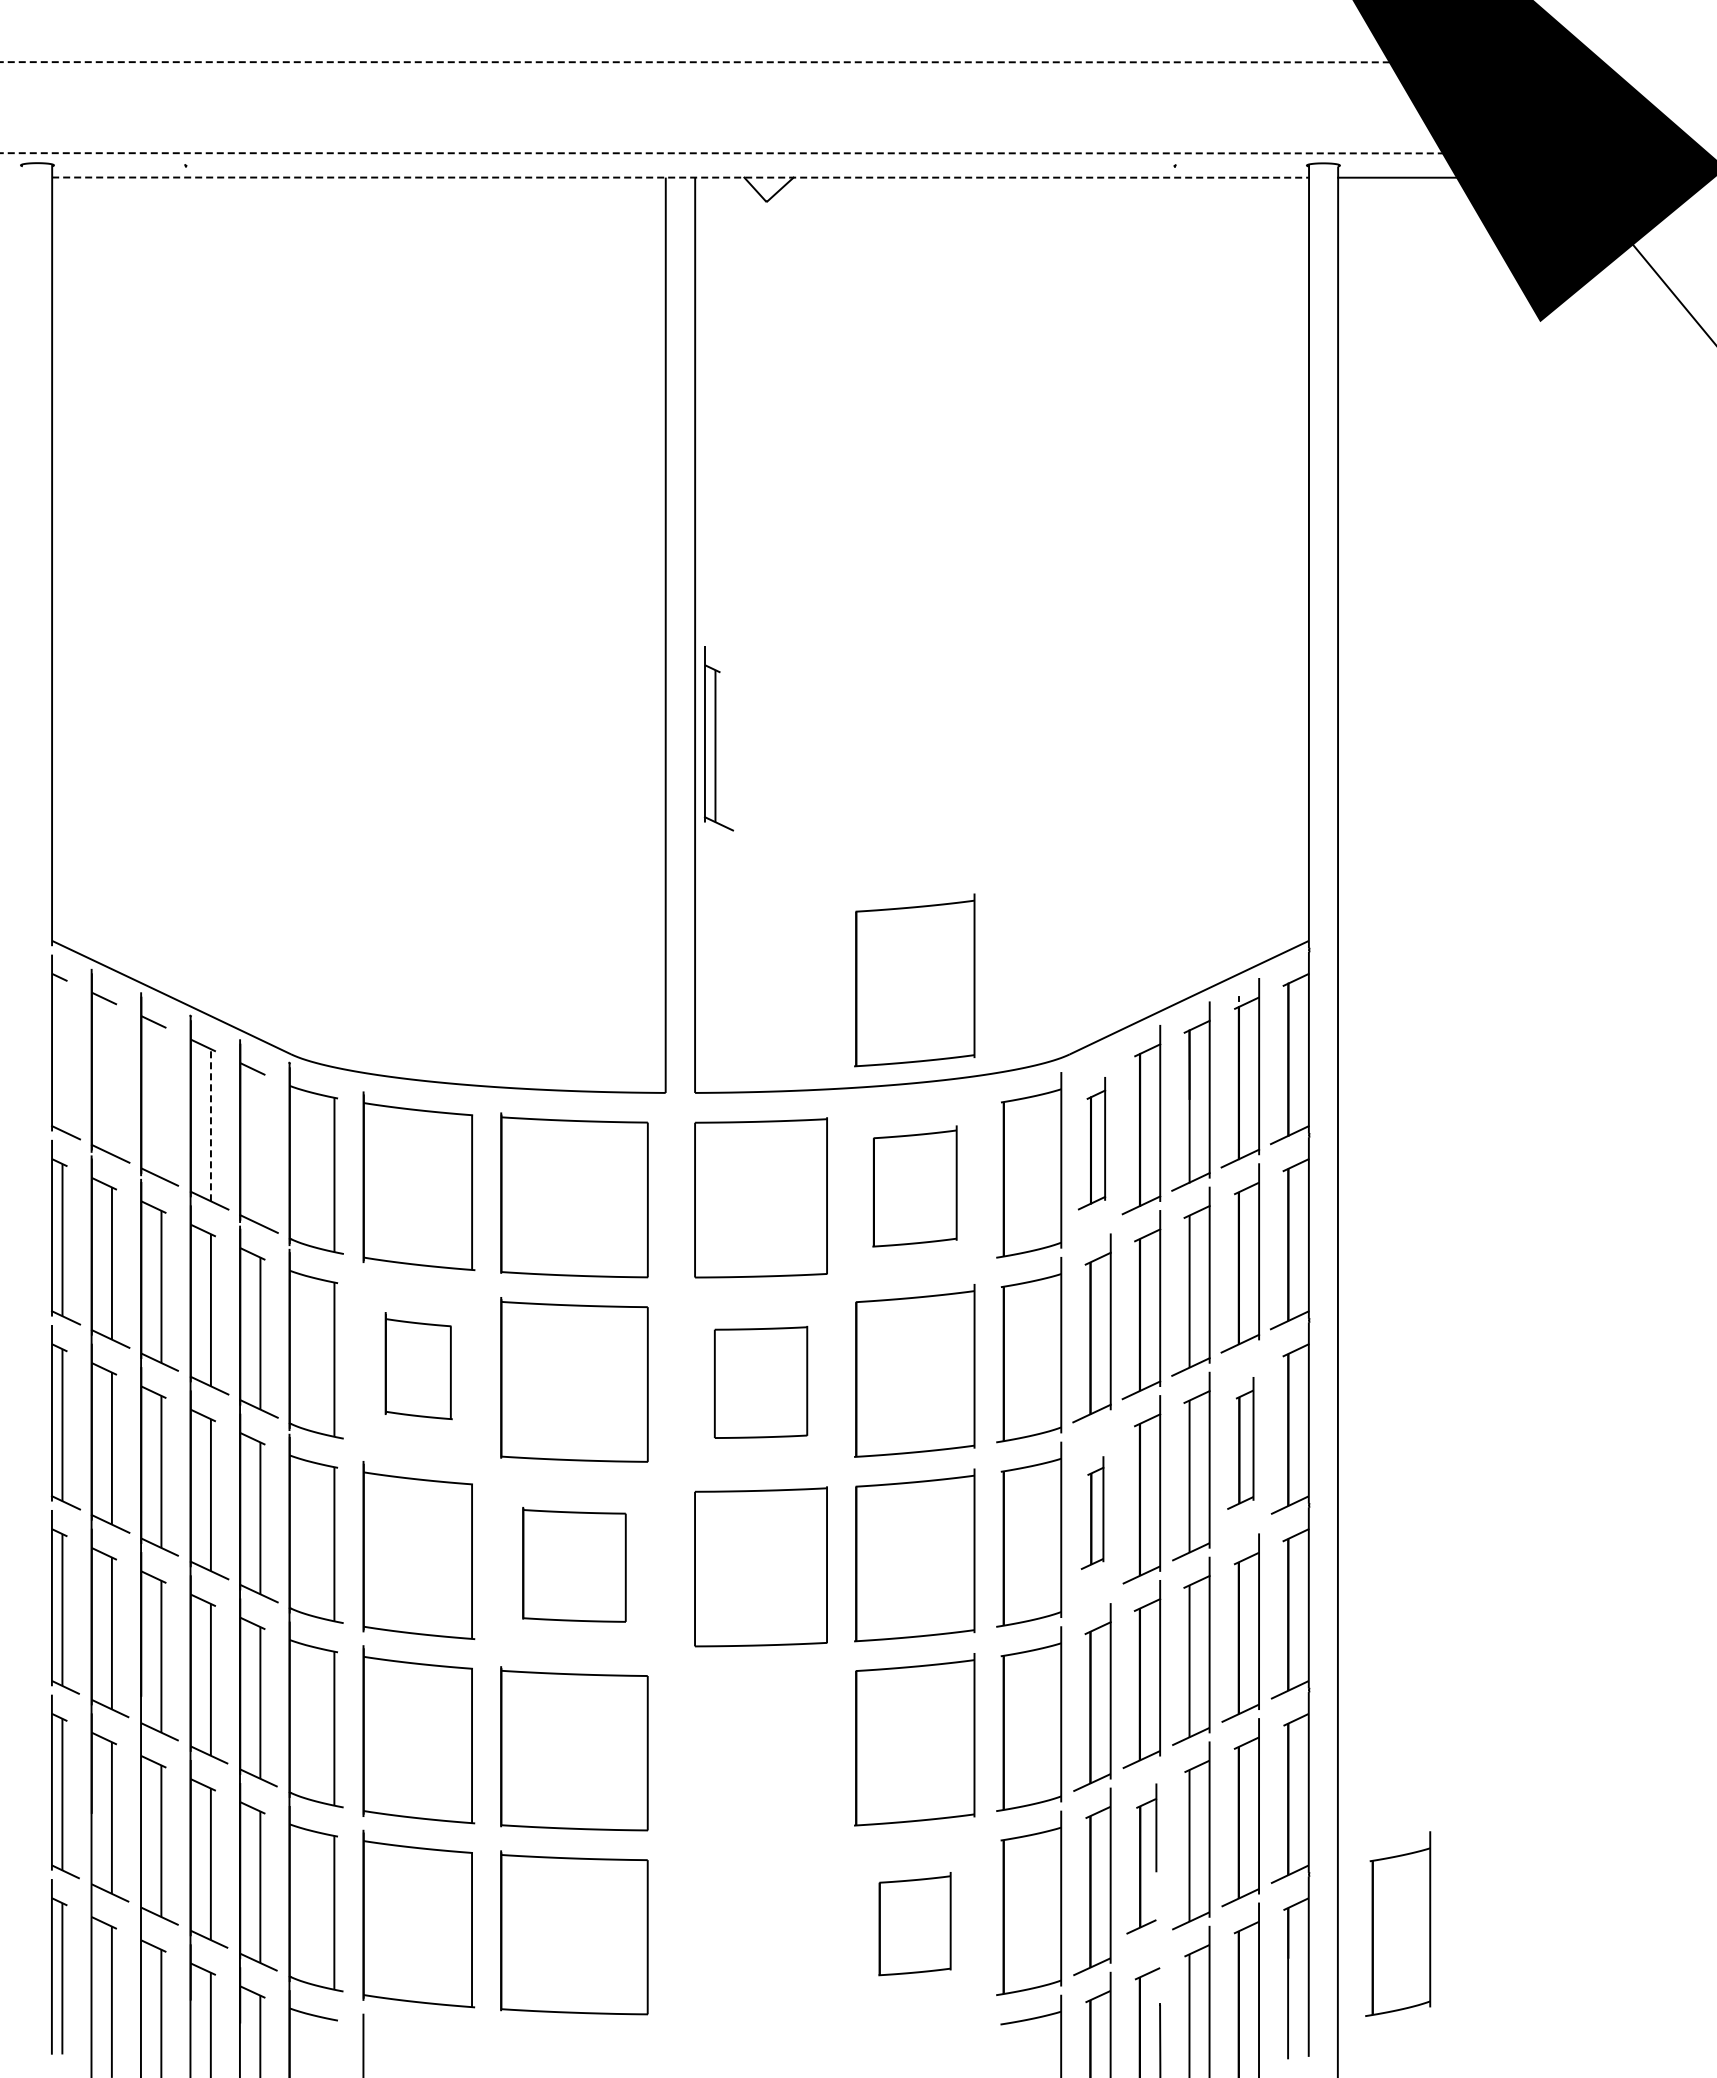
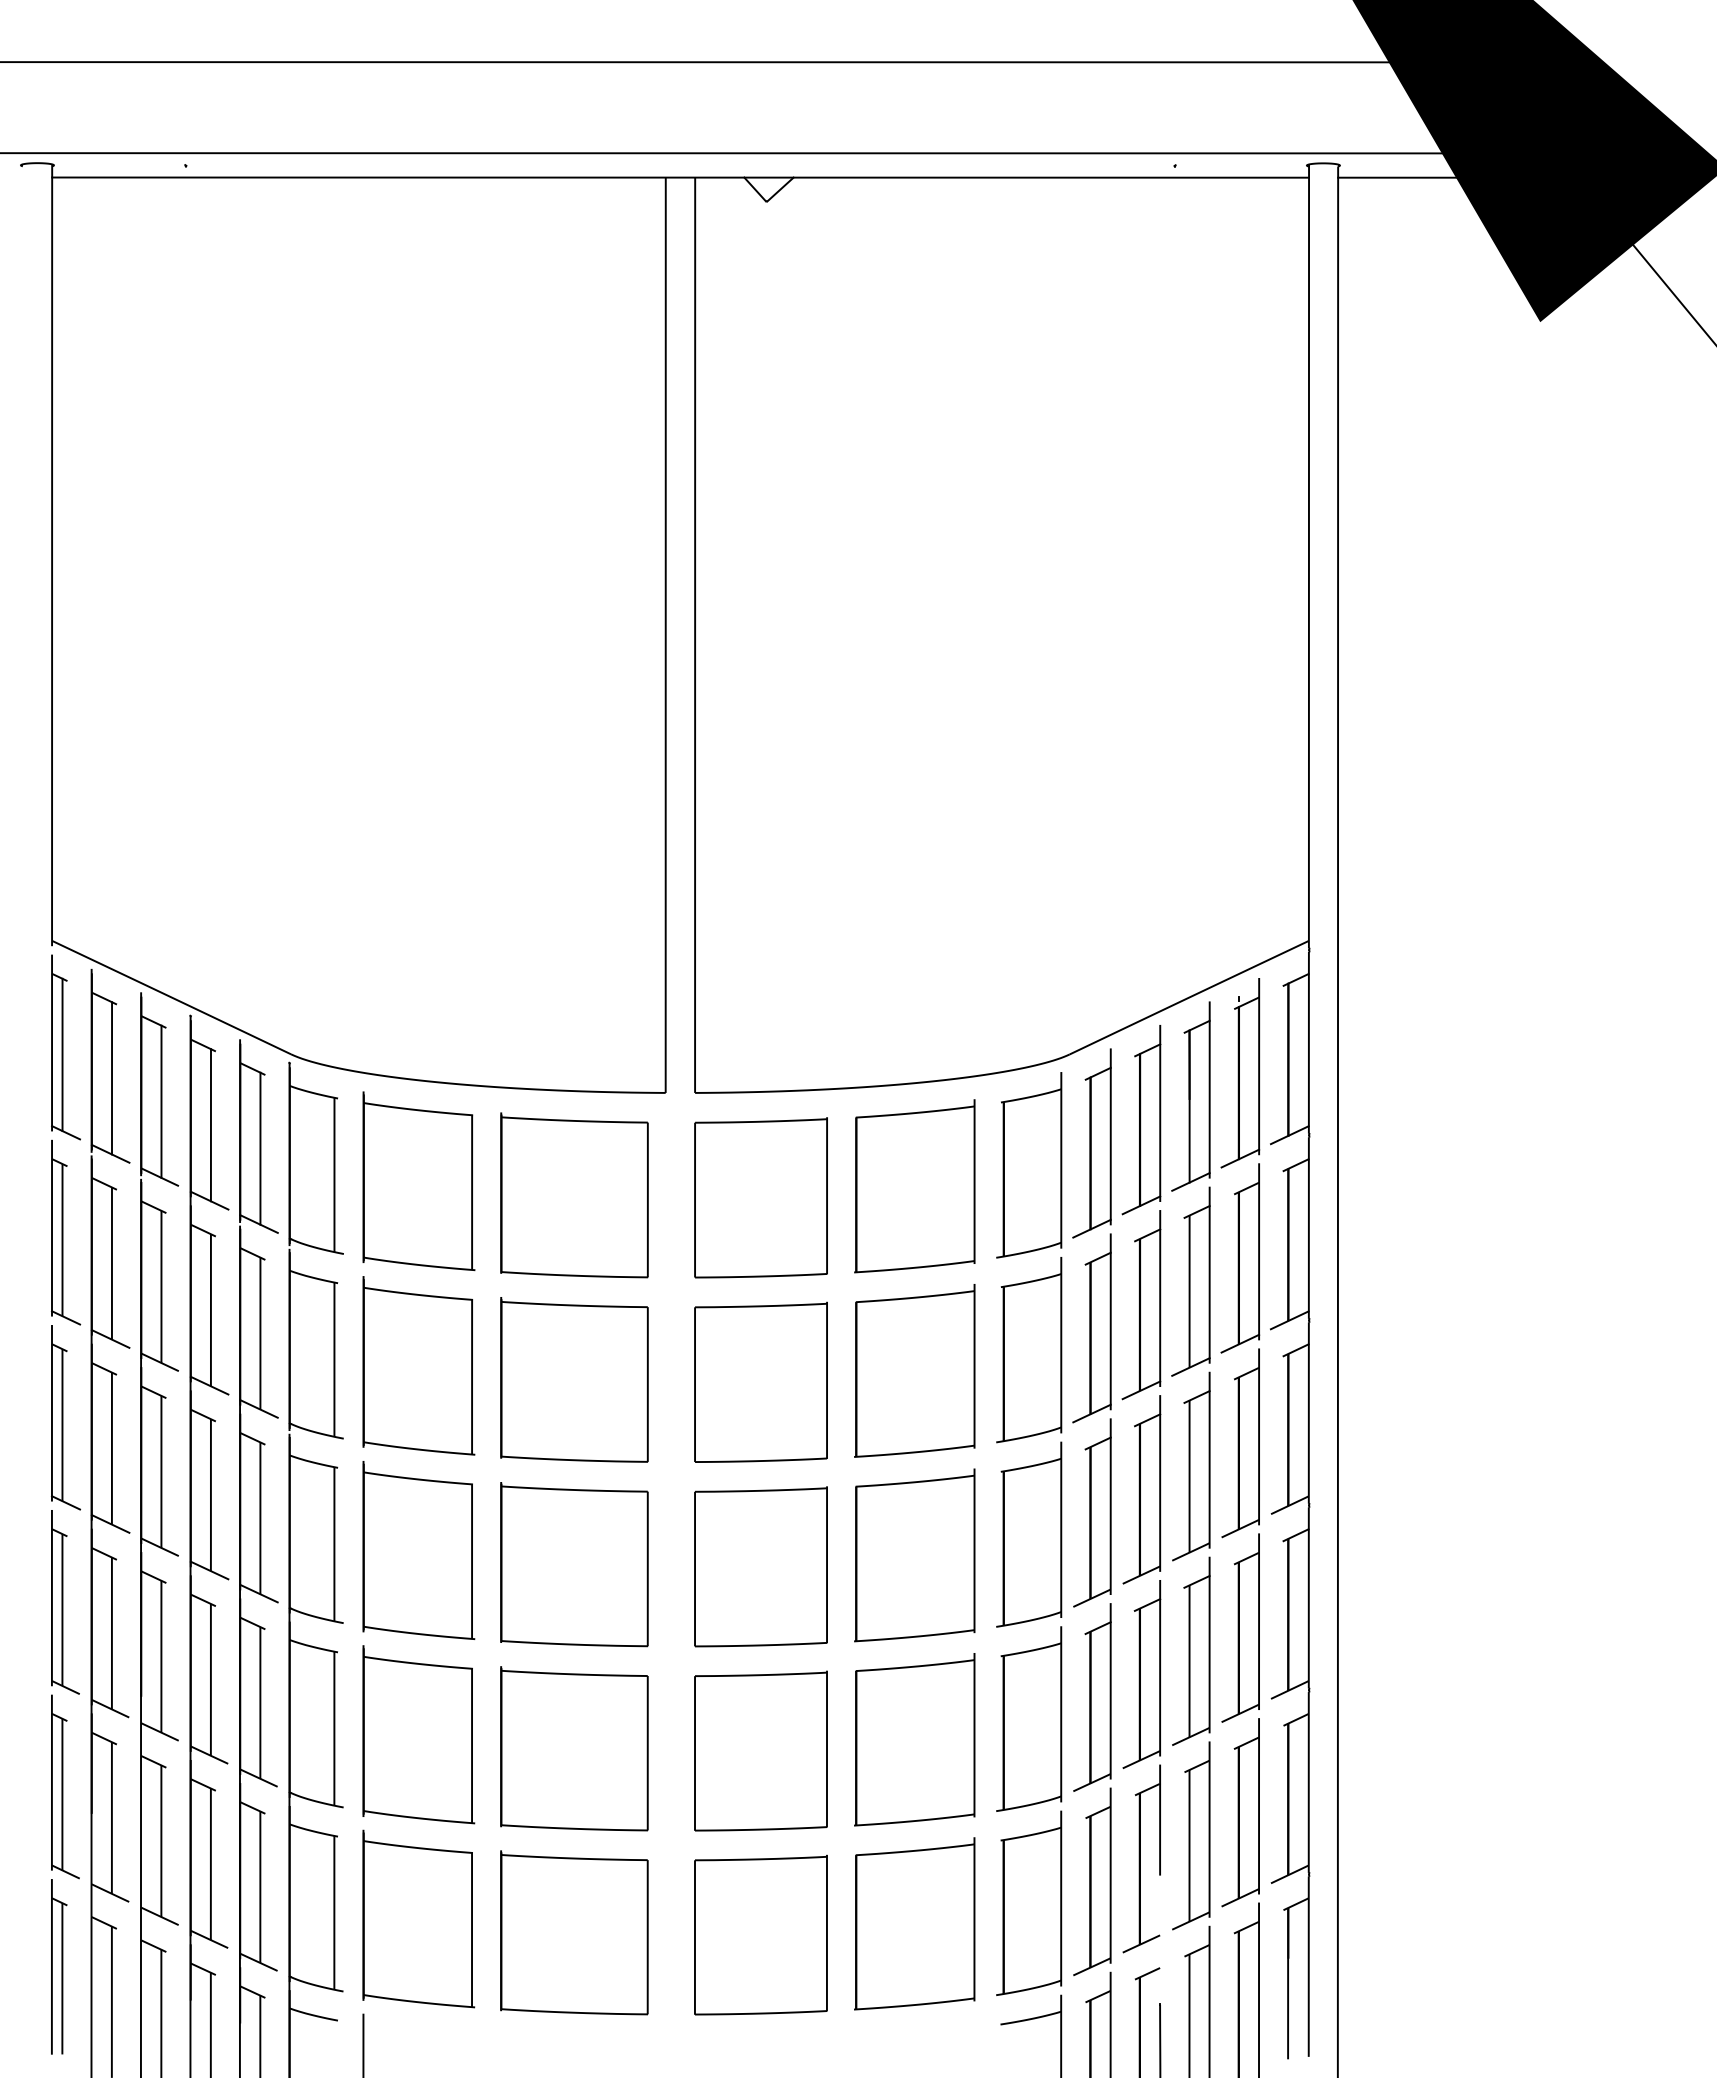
line at (754, 62): dashed -> solid
line at (754, 153): dashed -> solid
line at (680, 177): dashed -> solid
part at (718, 738): present -> none
part at (914, 980): present -> none
line at (62, 1054): none -> present
line at (111, 1078): none -> present
line at (161, 1101): none -> present
line at (210, 1124): dashed -> solid
part at (1092, 1143) size: 29x134 px -> 40x191 px
line at (260, 1148): none -> present
part at (914, 1186) size: 86x123 px -> 122x175 px
part at (418, 1366) size: 69x109 px -> 114x180 px
part at (761, 1381) size: 95x114 px -> 134x162 px
part at (1240, 1443) size: 28x133 px -> 39x191 px
part at (1092, 1512) size: 25x114 px -> 39x190 px
part at (574, 1564) size: 105x116 px -> 149x166 px
part at (760, 1750): none -> present
part at (1141, 1858) size: 32x152 px -> 39x190 px
part at (1398, 1923): present -> none
part at (914, 1924) size: 74x105 px -> 122x174 px
part at (760, 1934): none -> present
